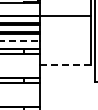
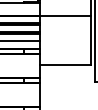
line at (20, 40): dashed -> solid
line at (65, 65): dashed -> solid
